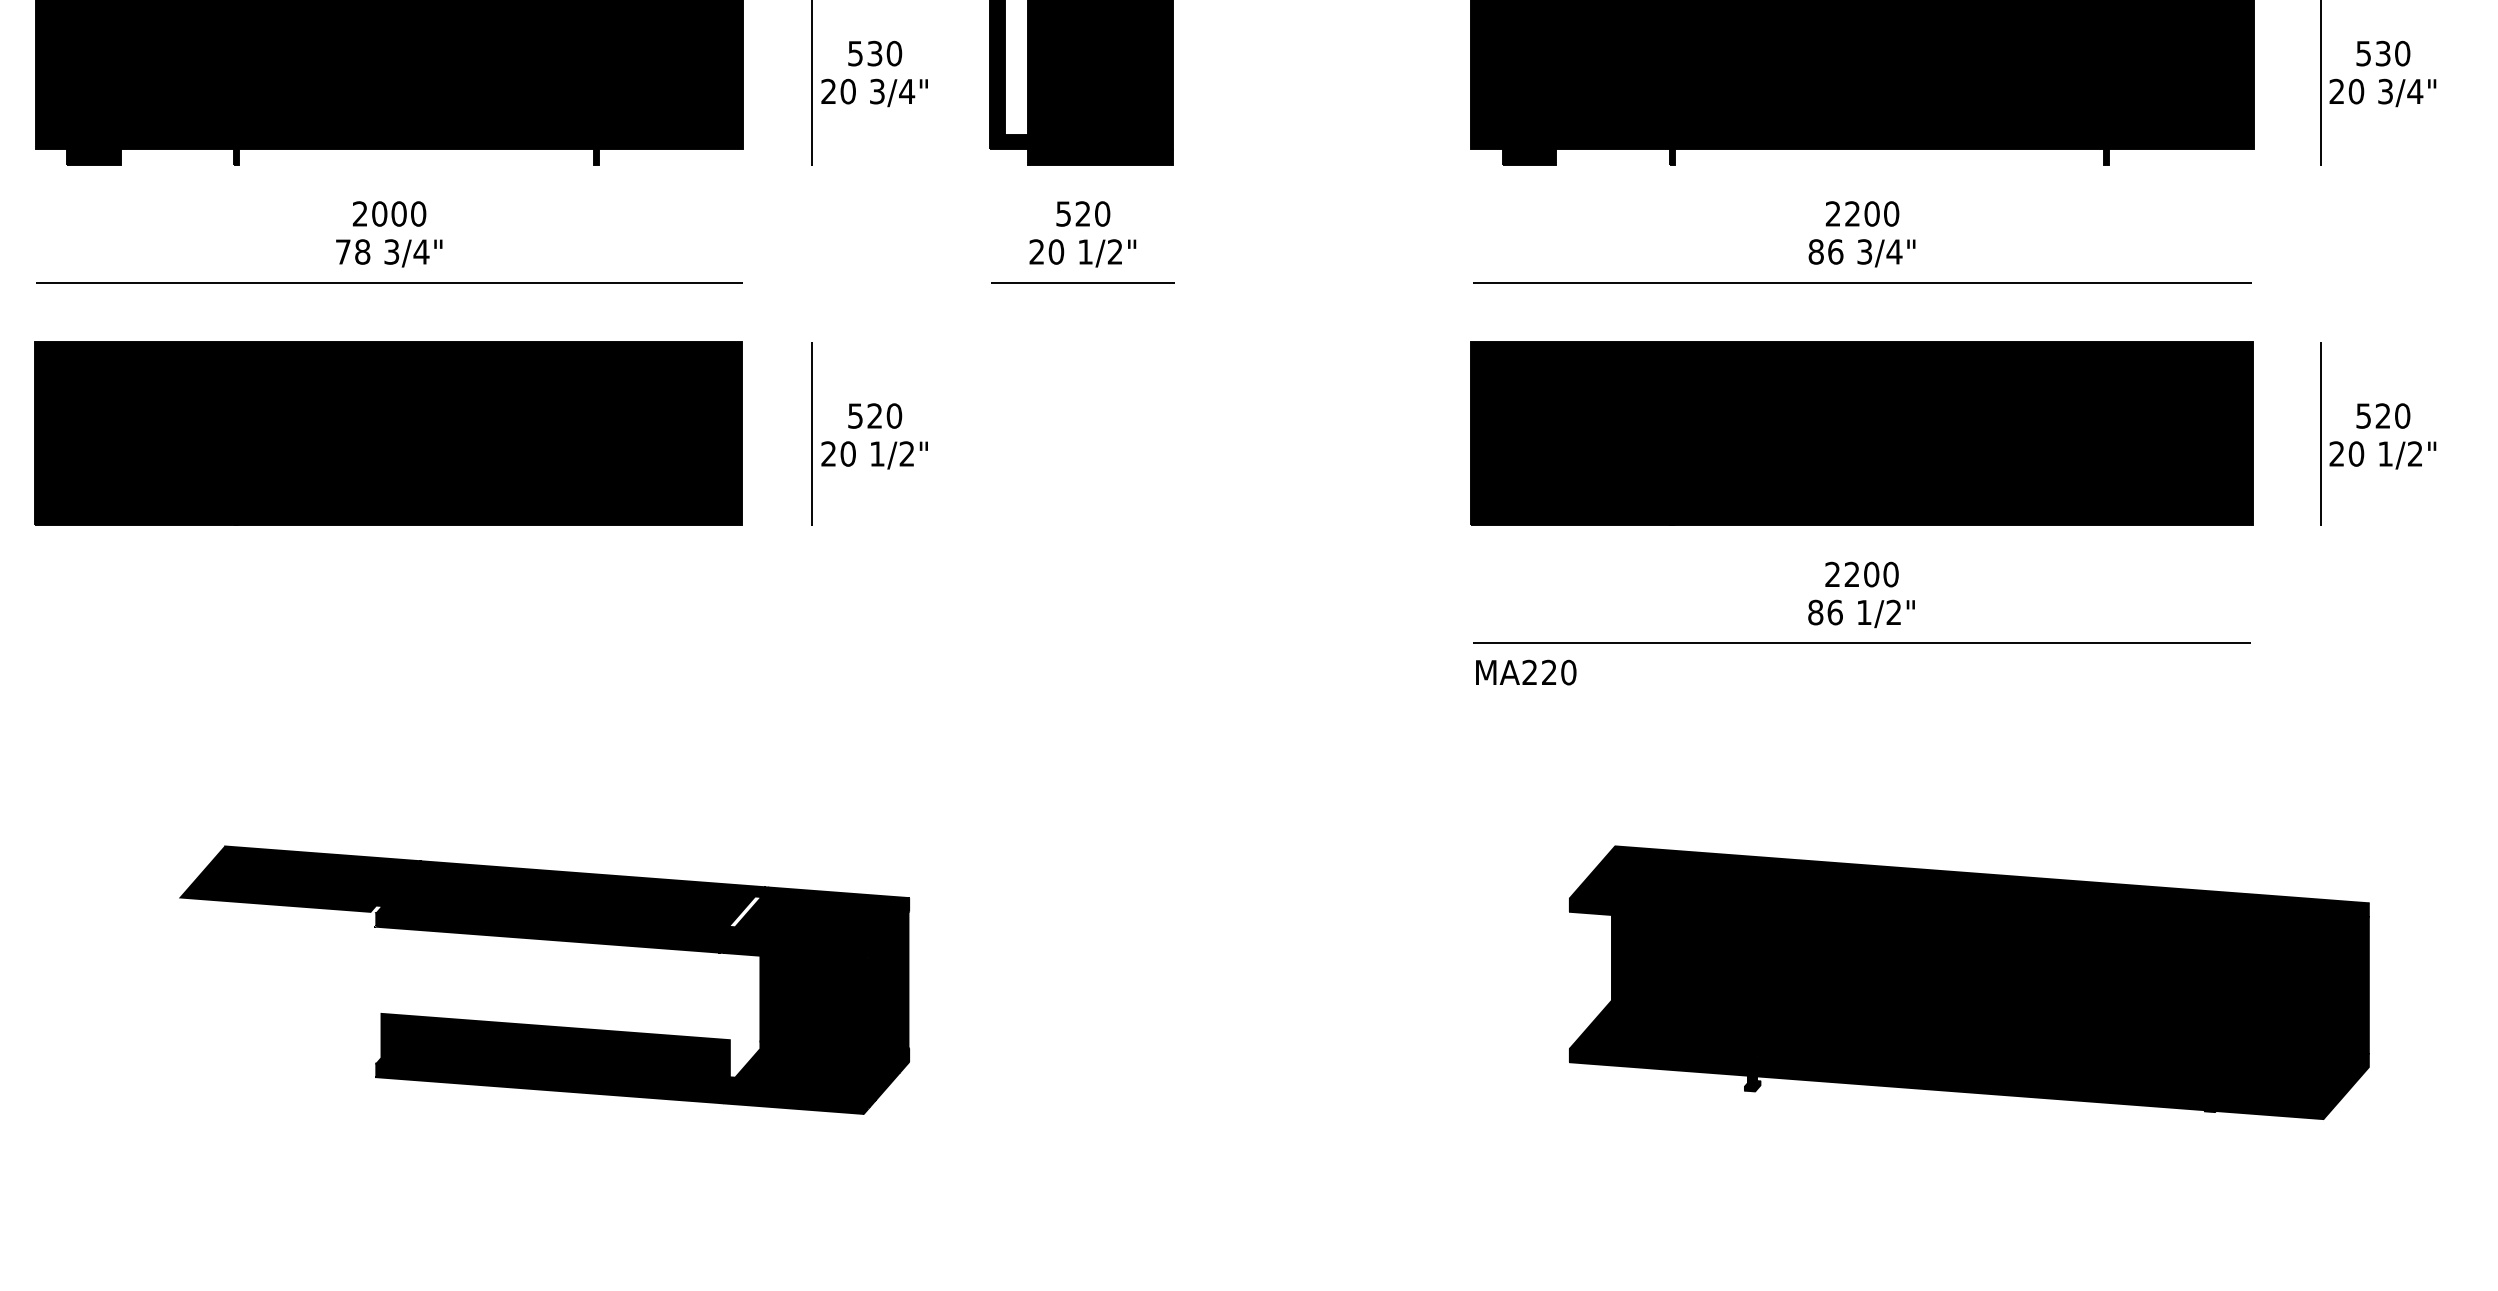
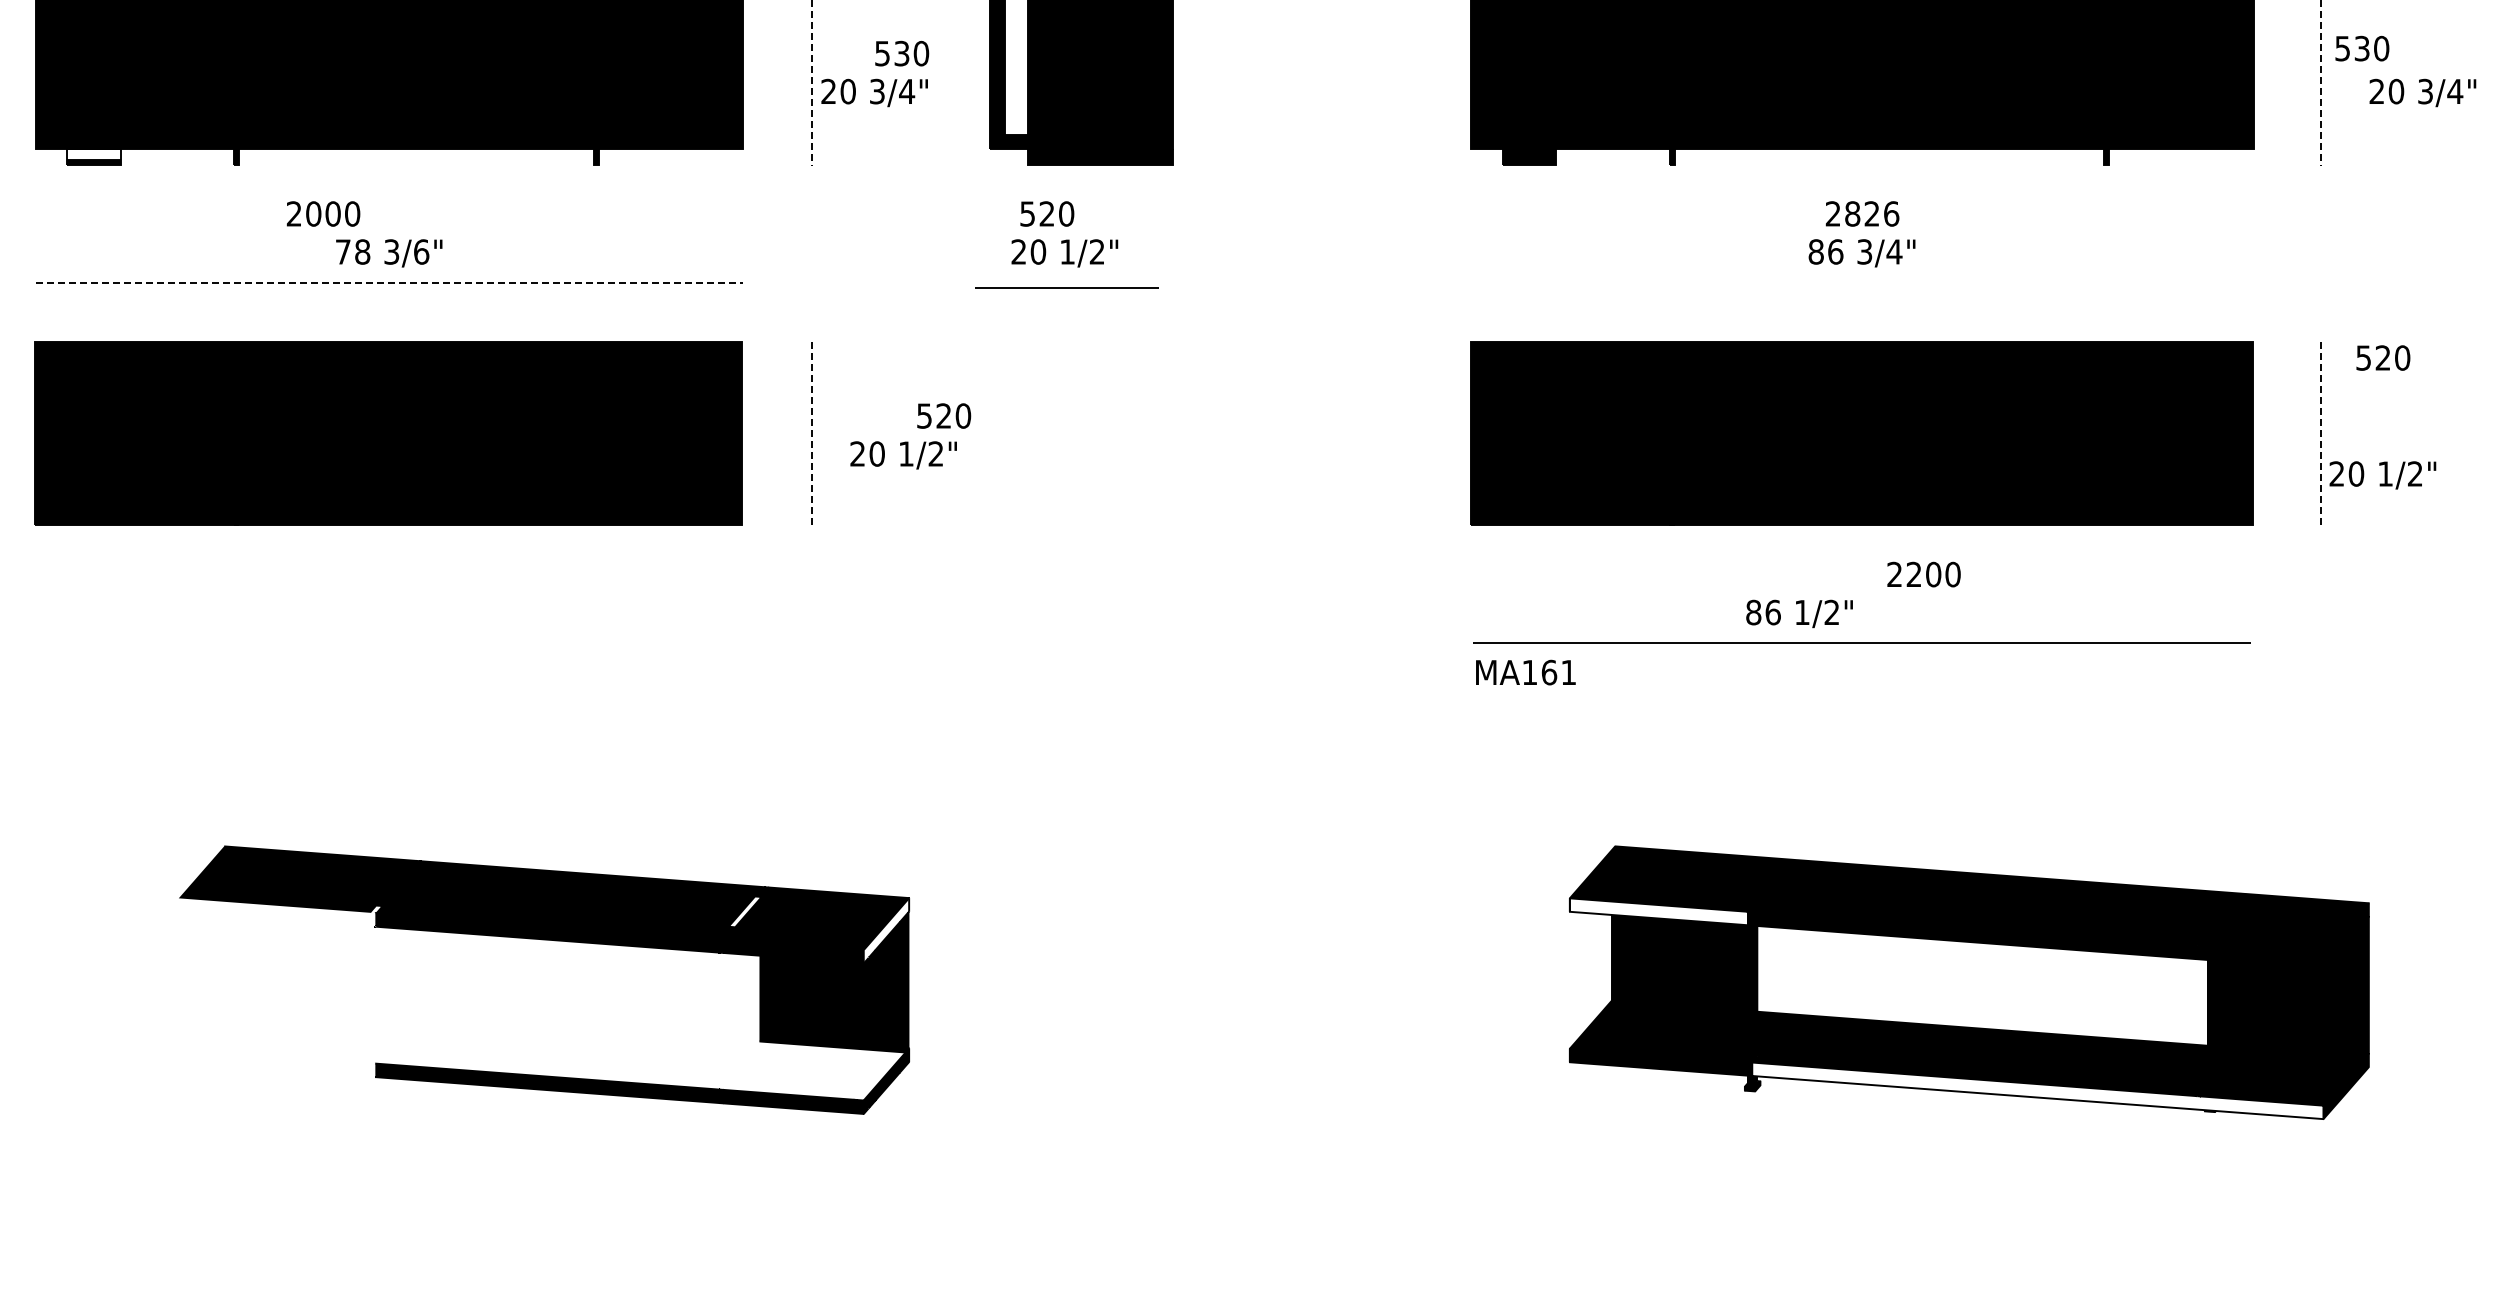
text at (875, 53) position: (875, 53) -> (902, 53)
text at (2383, 53) position: (2383, 53) -> (2362, 48)
line at (812, 82): solid -> dashed
line at (2320, 82): solid -> dashed
text at (2382, 92) position: (2382, 92) -> (2422, 92)
fill at (93, 154): present -> none
text at (389, 213) position: (389, 213) -> (323, 213)
text at (1083, 213) position: (1083, 213) -> (1047, 213)
text at (1872, 213): 2200 -> 2826
text at (421, 251): 3/4" -> 3/6"
text at (1082, 253) position: (1082, 253) -> (1064, 253)
line at (389, 282): solid -> dashed
line at (1082, 282) position: (1082, 282) -> (1066, 287)
line at (1862, 282): present -> none
text at (875, 415) position: (875, 415) -> (944, 415)
text at (2383, 415) position: (2383, 415) -> (2383, 357)
line at (812, 434): solid -> dashed
line at (2320, 434): solid -> dashed
text at (874, 455) position: (874, 455) -> (903, 455)
text at (2382, 455) position: (2382, 455) -> (2382, 475)
text at (1861, 574) position: (1861, 574) -> (1923, 574)
text at (1861, 613) position: (1861, 613) -> (1799, 613)
text at (1549, 672): MA220 -> MA161
fill at (1658, 911): present -> none
fill at (886, 930): present -> none
fill at (1982, 985): present -> none
fill at (642, 1056): present -> none
fill at (2037, 1090): present -> none
